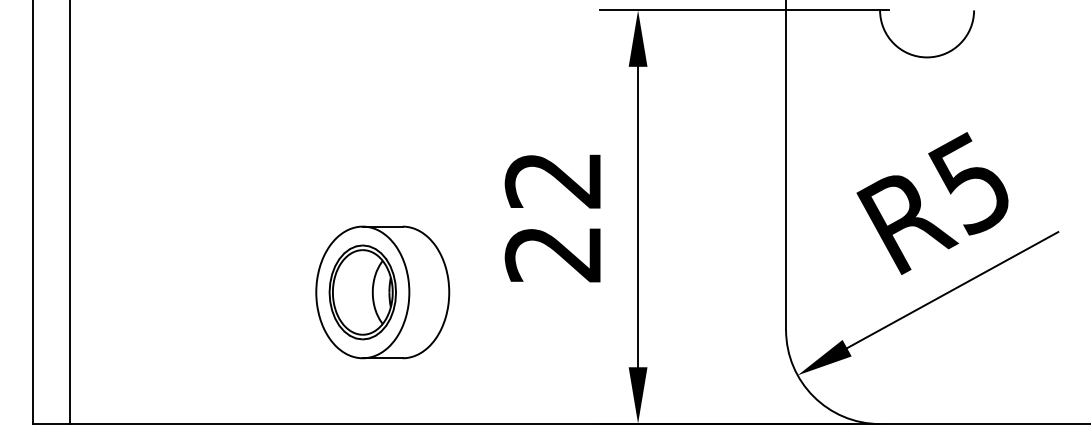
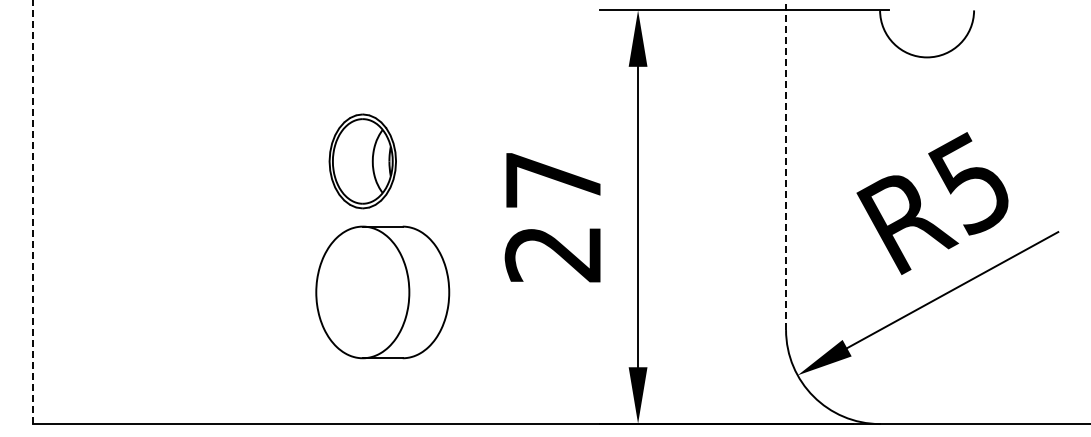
line at (786, 165): solid -> dashed
text at (552, 180): 22 -> 27
line at (32, 212): solid -> dashed
line at (70, 213): present -> none
part at (362, 292) position: (362, 292) -> (362, 161)
